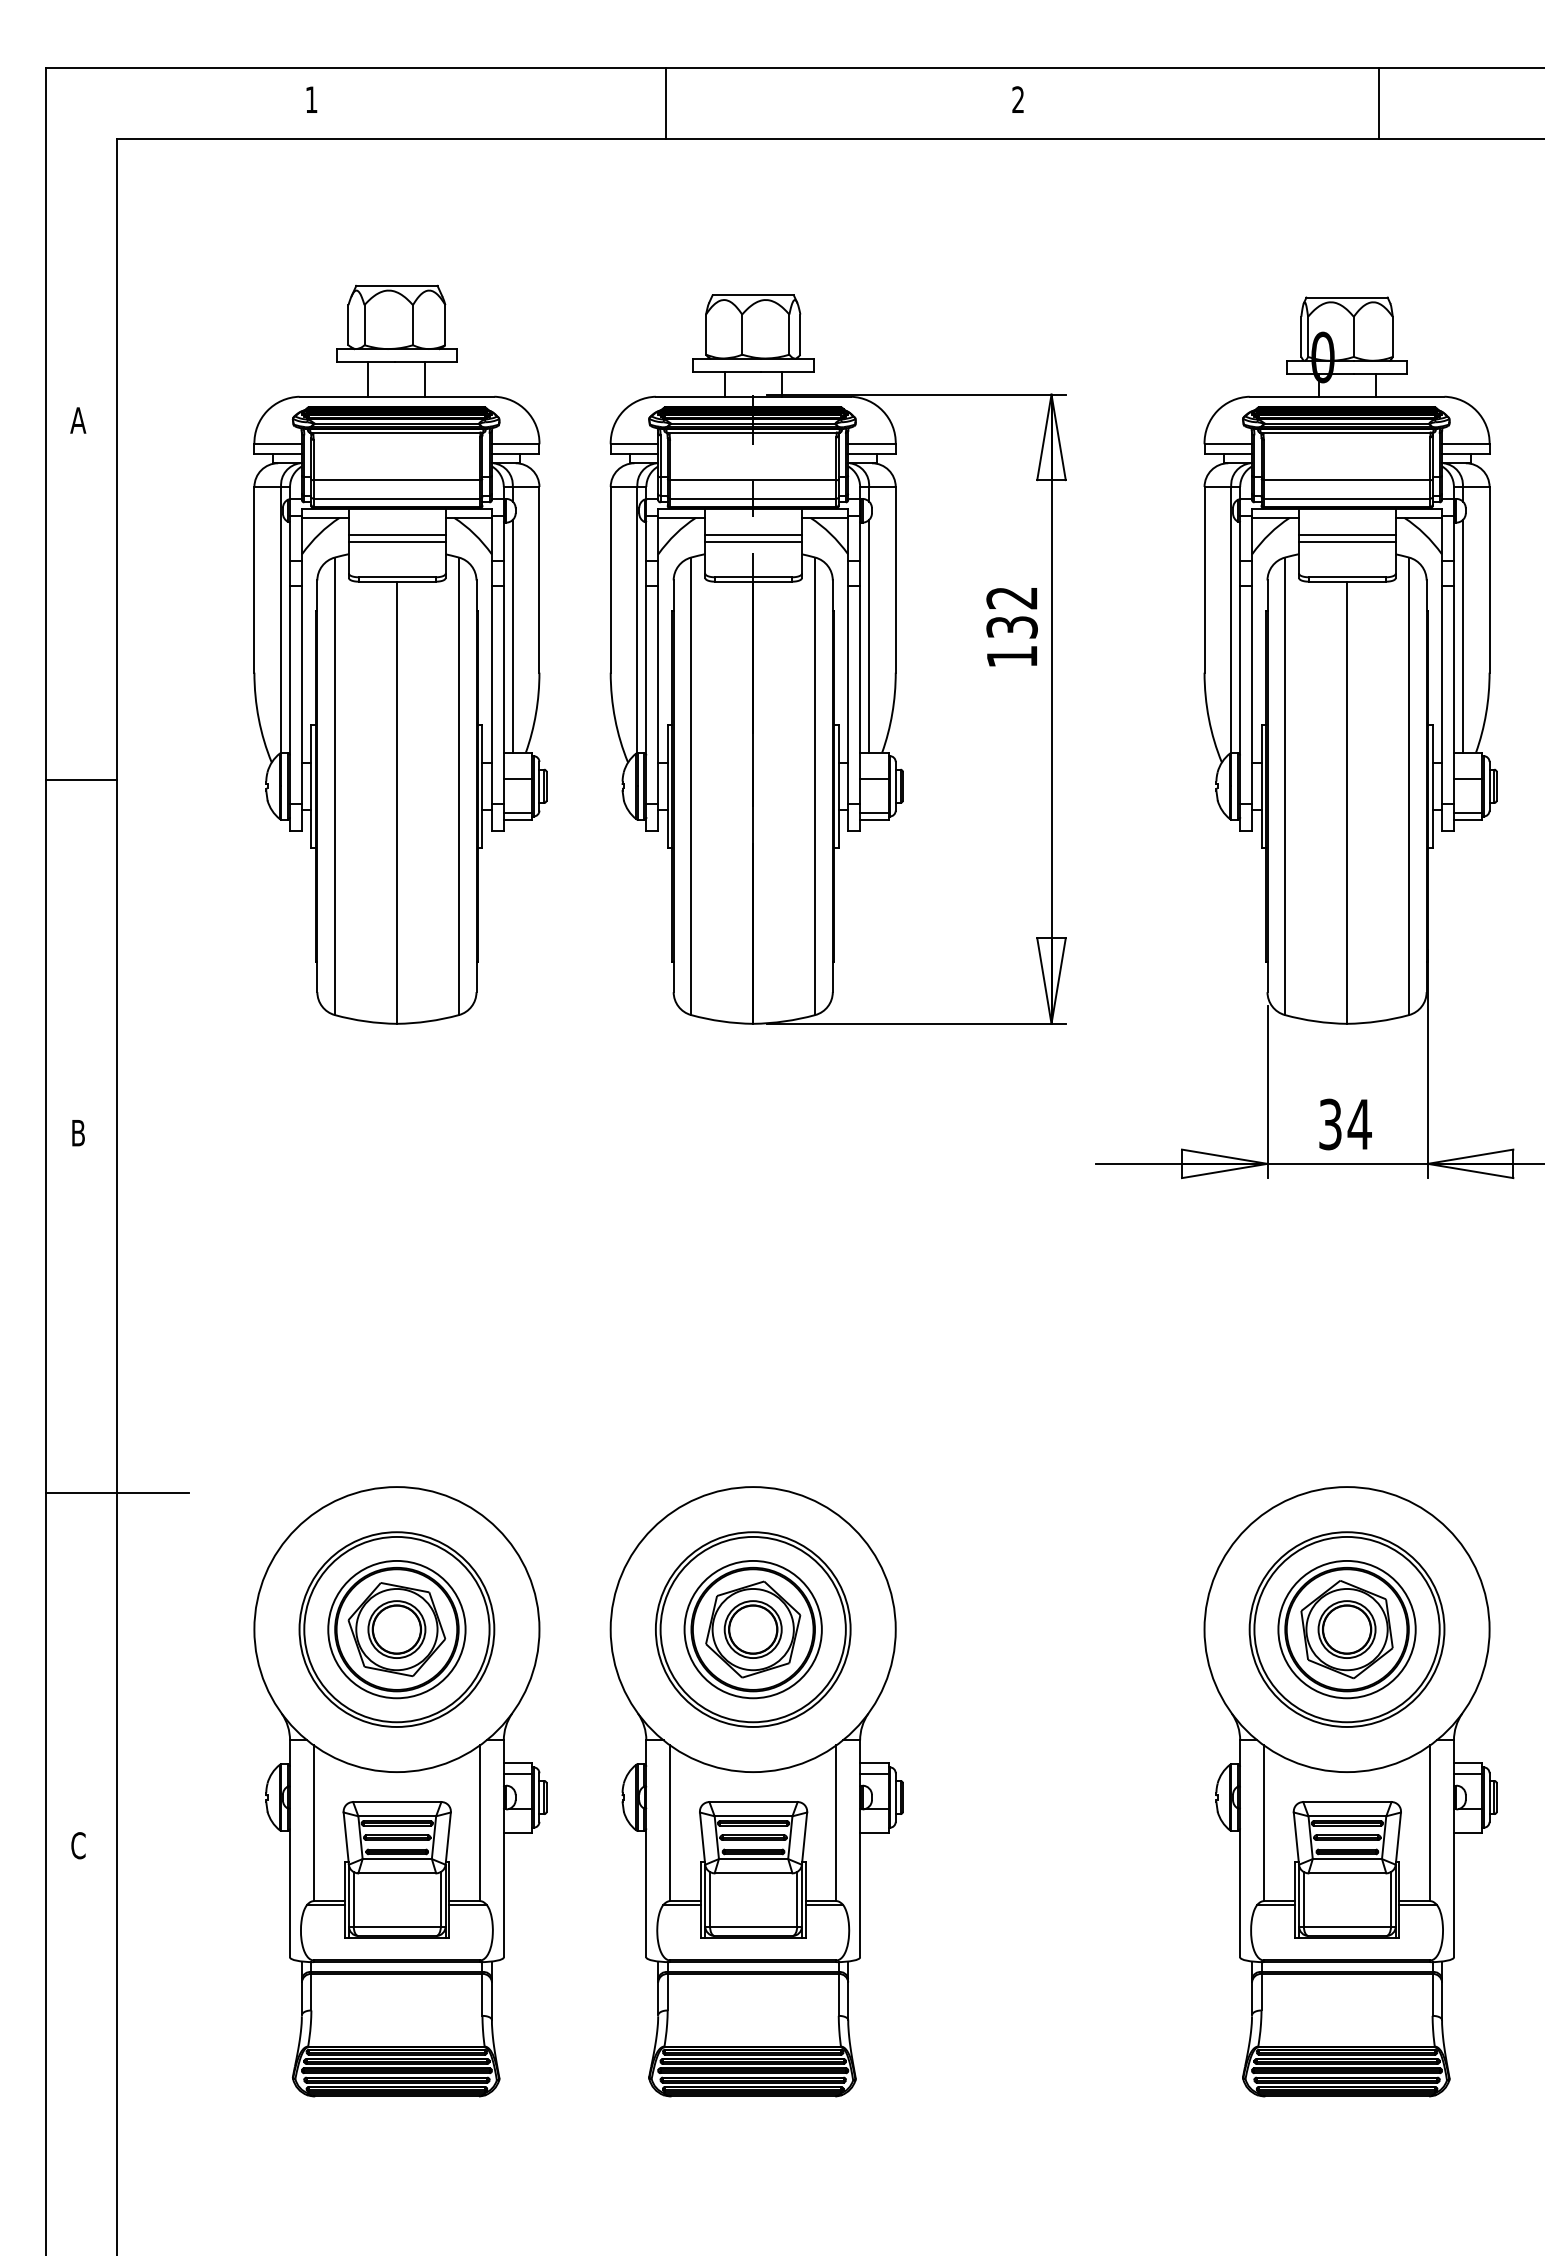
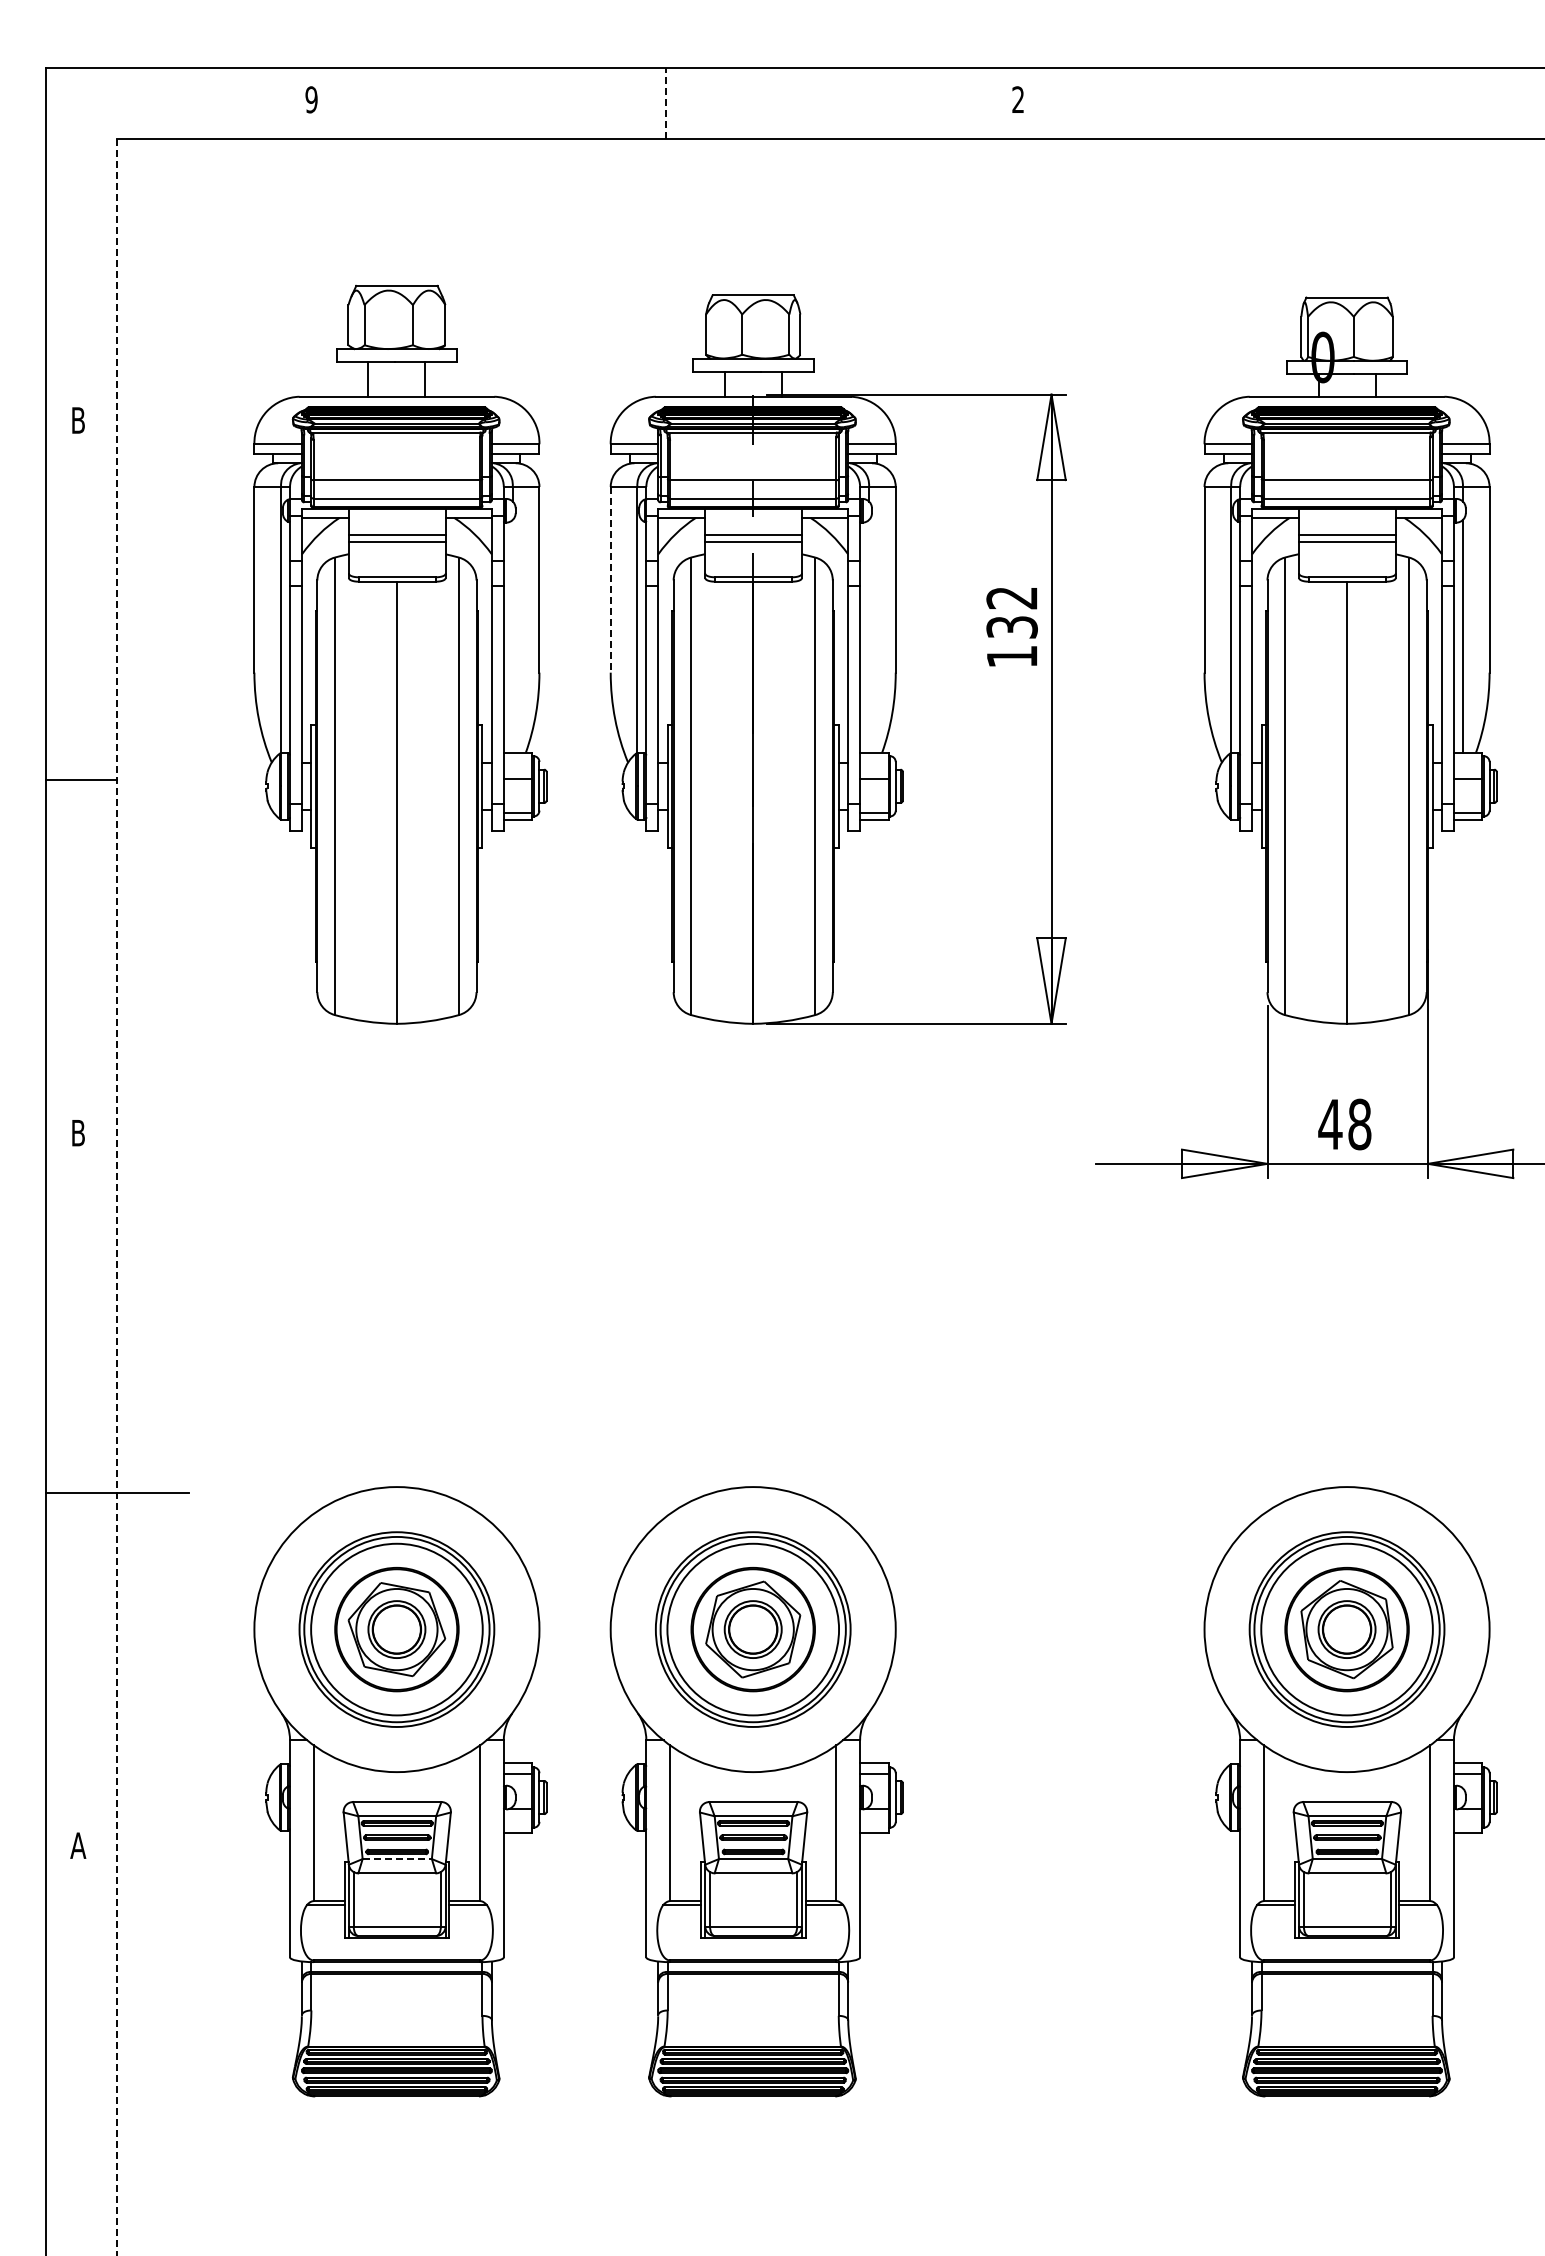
text at (311, 99): 1 -> 9
line at (1378, 102): present -> none
line at (666, 103): solid -> dashed
text at (78, 420): A -> B
line at (610, 579): solid -> dashed
line at (512, 636): present -> none
line at (869, 636): present -> none
text at (1344, 1124): 34 -> 48
line at (117, 1197): solid -> dashed
circle at (396, 1629) diameter: 137 px -> 172 px
circle at (752, 1629) diameter: 137 px -> 172 px
circle at (1346, 1629) diameter: 137 px -> 172 px
text at (78, 1845): C -> A
line at (397, 1859): solid -> dashed
